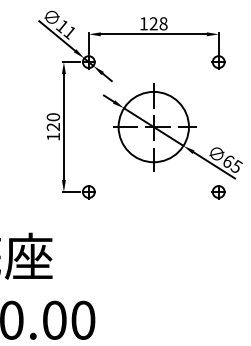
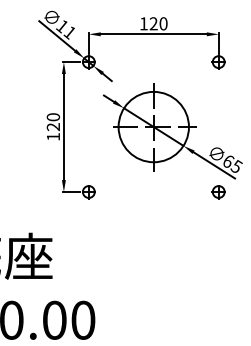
text at (163, 23): 128 -> 120
